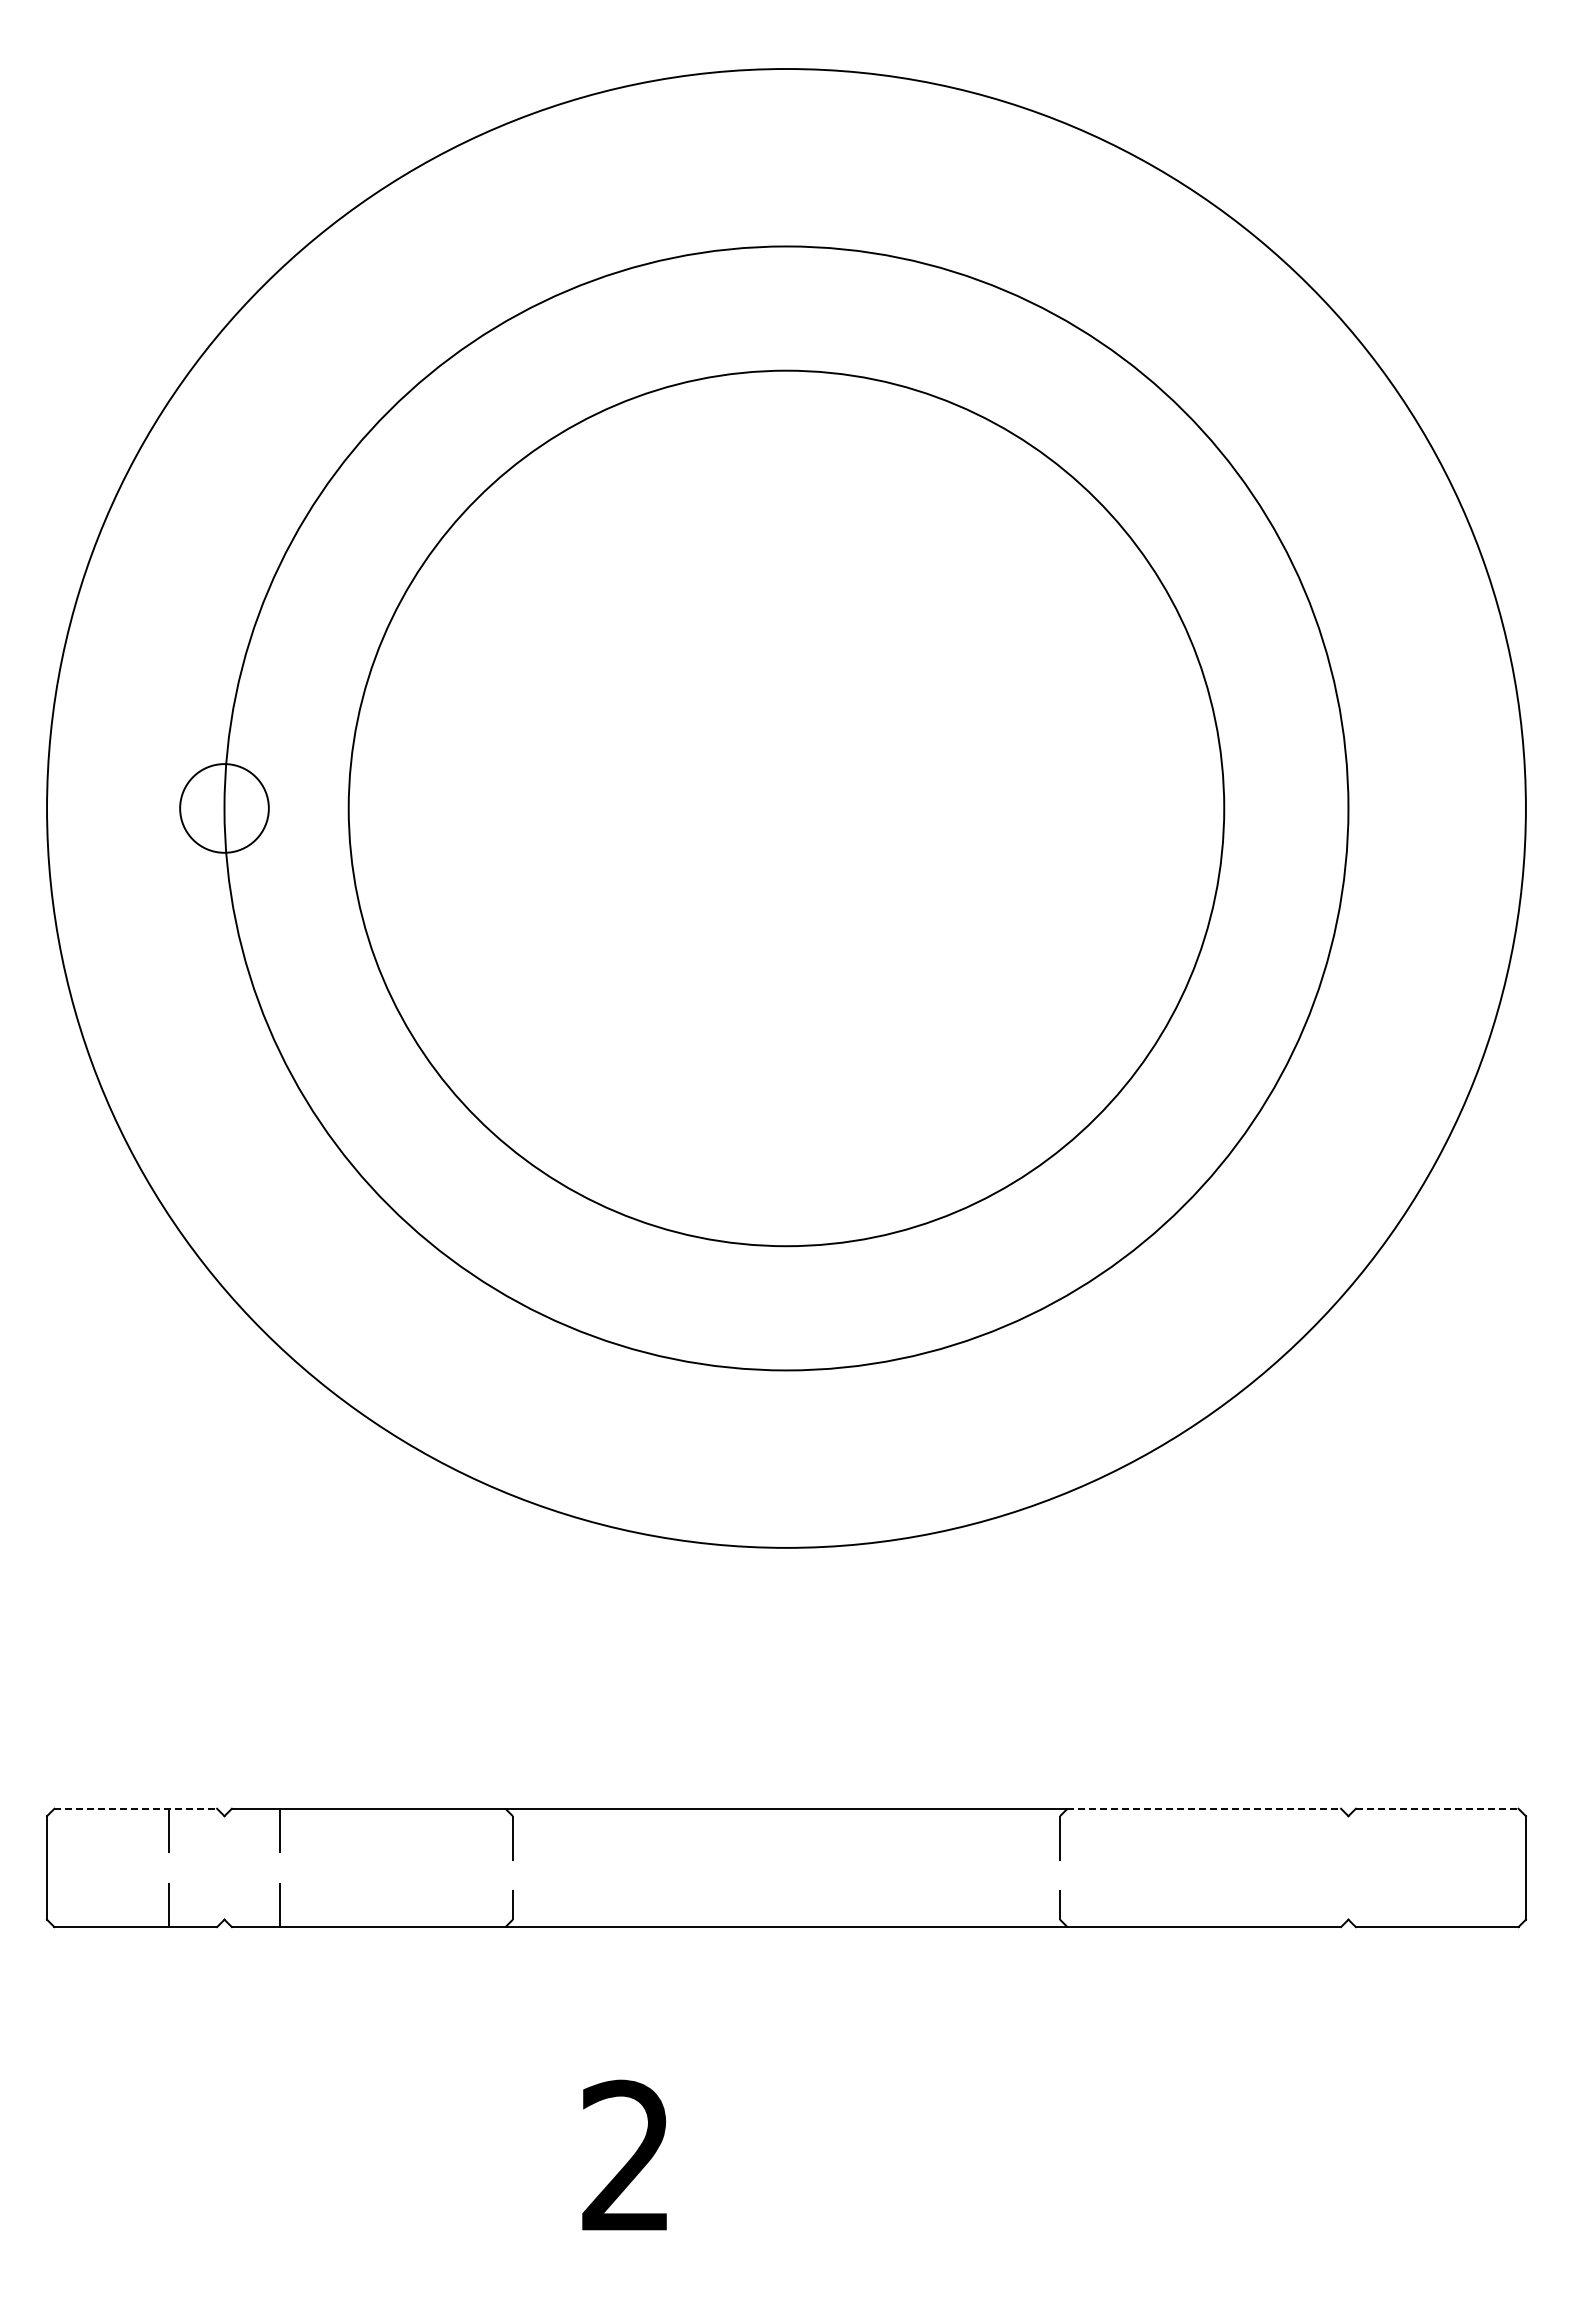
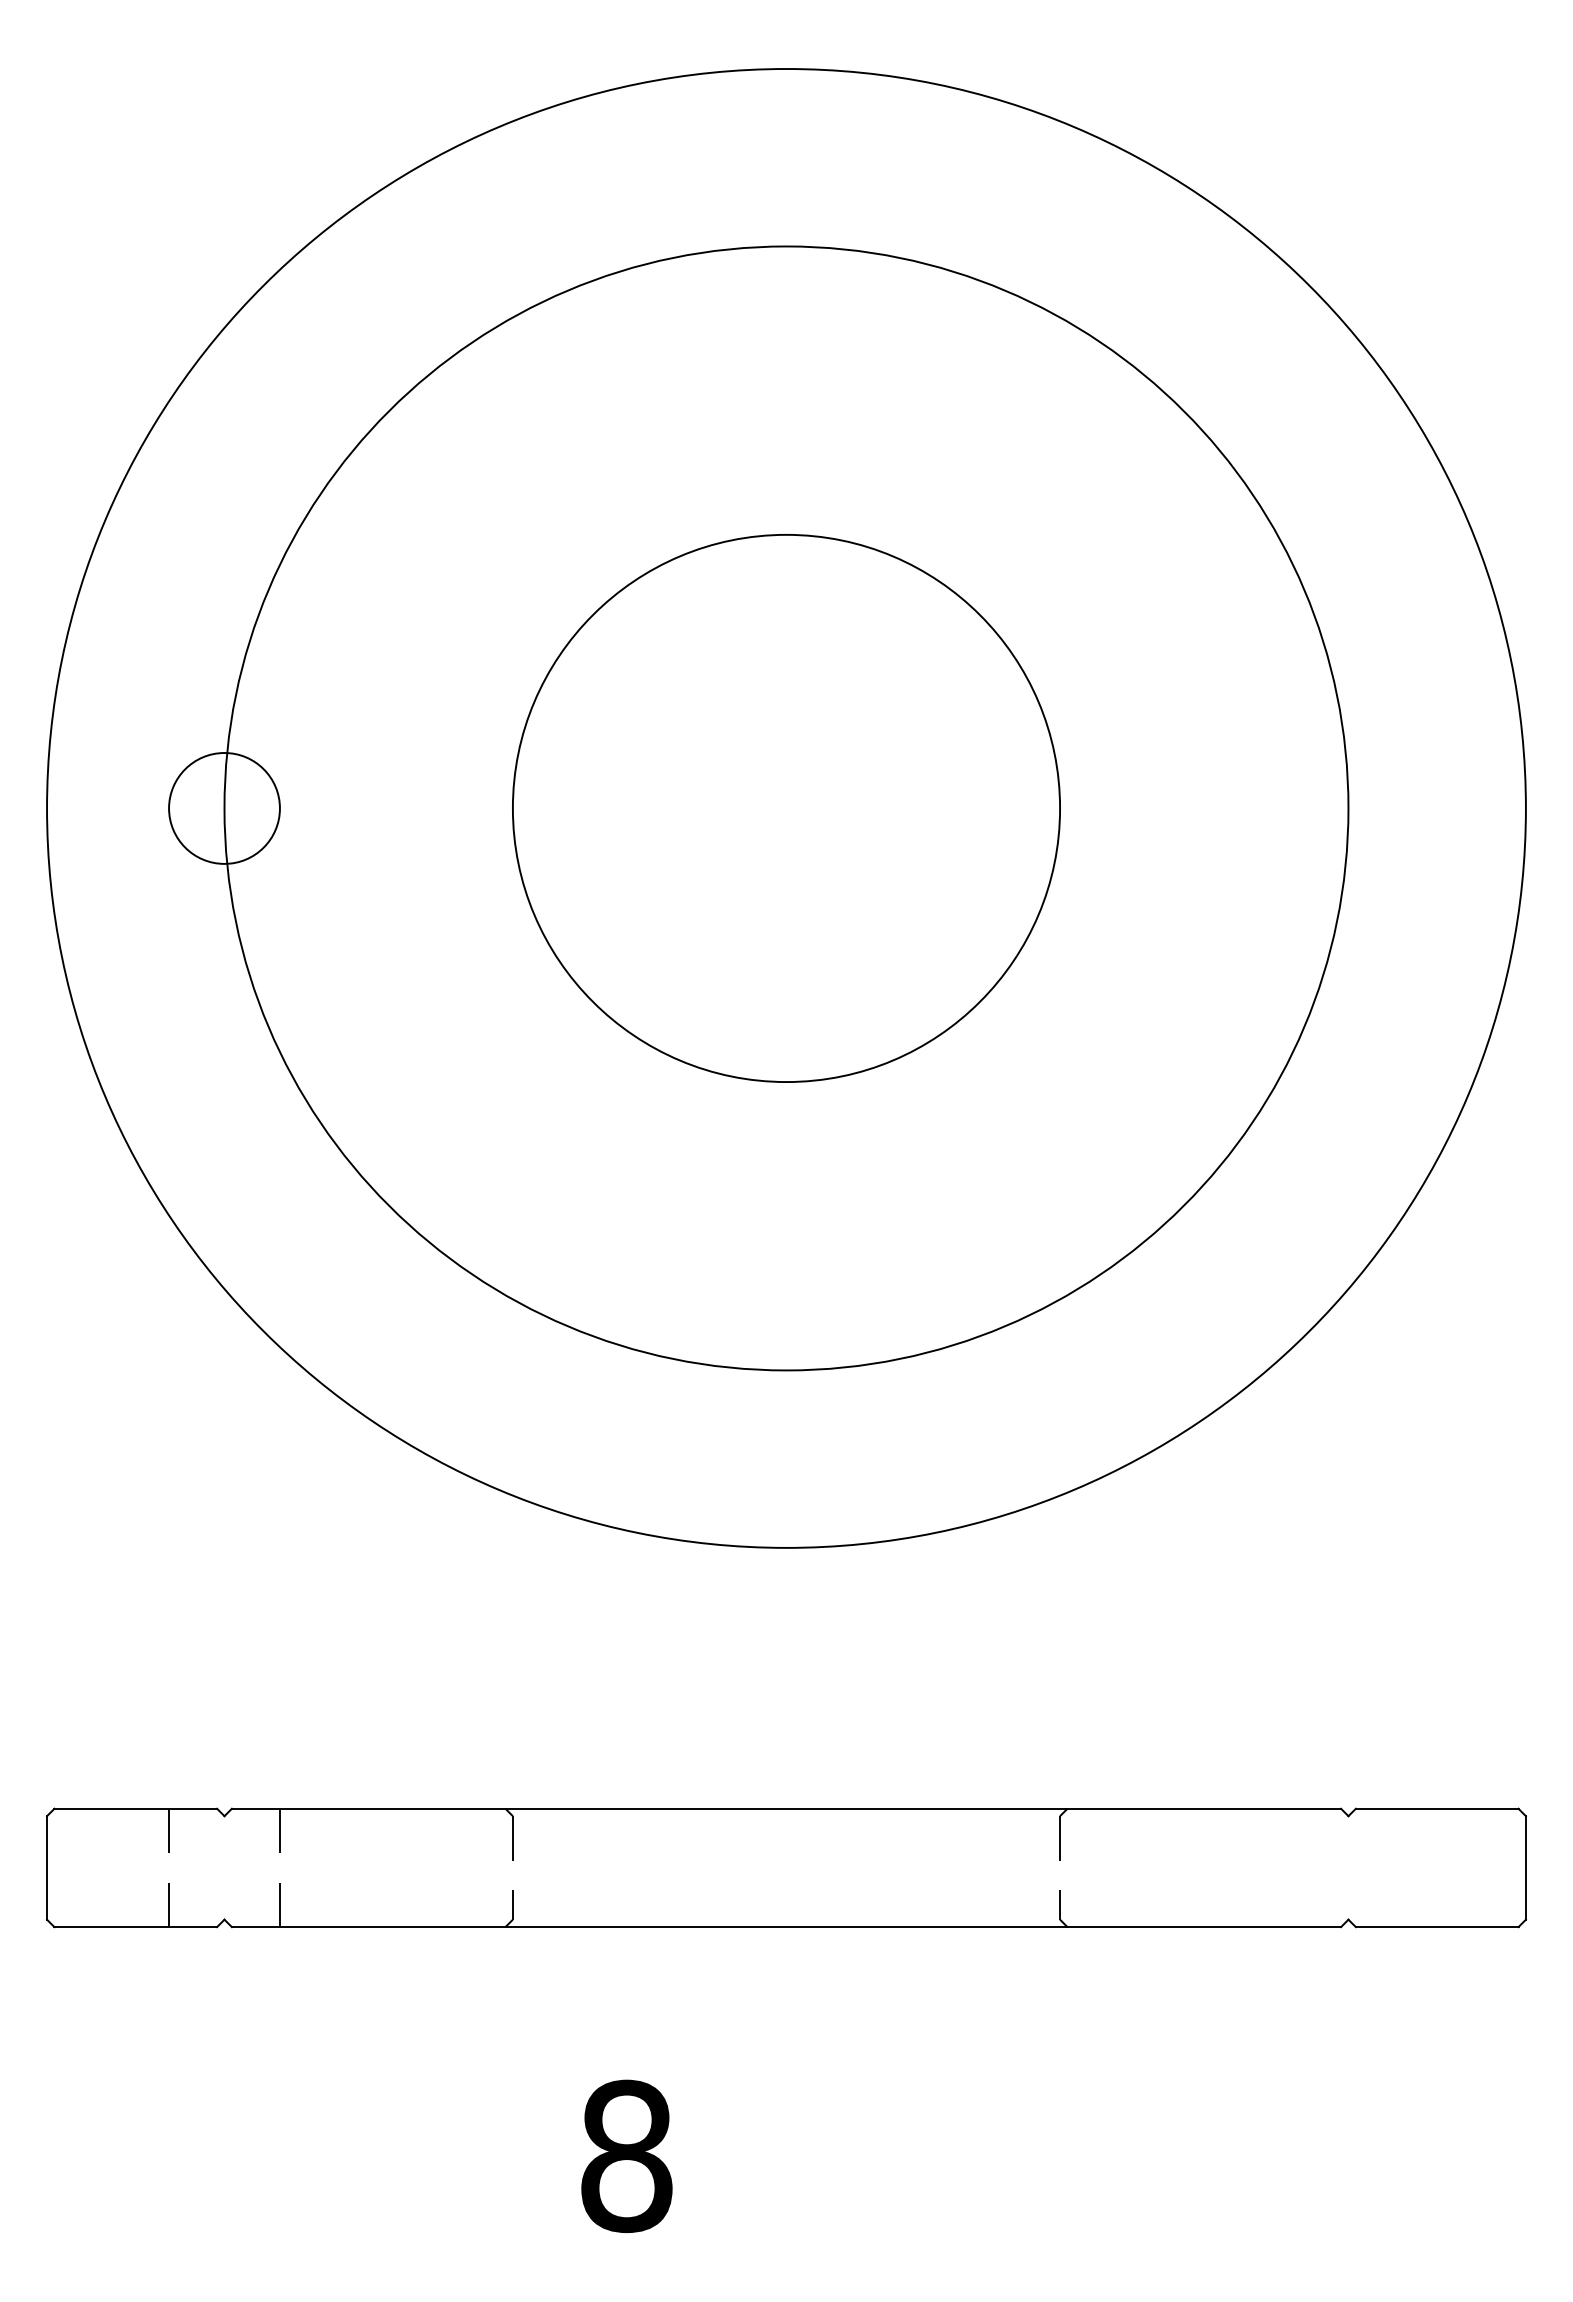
circle at (224, 808) diameter: 89 px -> 111 px
circle at (786, 808) diameter: 876 px -> 547 px
line at (136, 1808): dashed -> solid
line at (1204, 1808): dashed -> solid
line at (1437, 1808): dashed -> solid
text at (626, 2156): 2 -> 8
